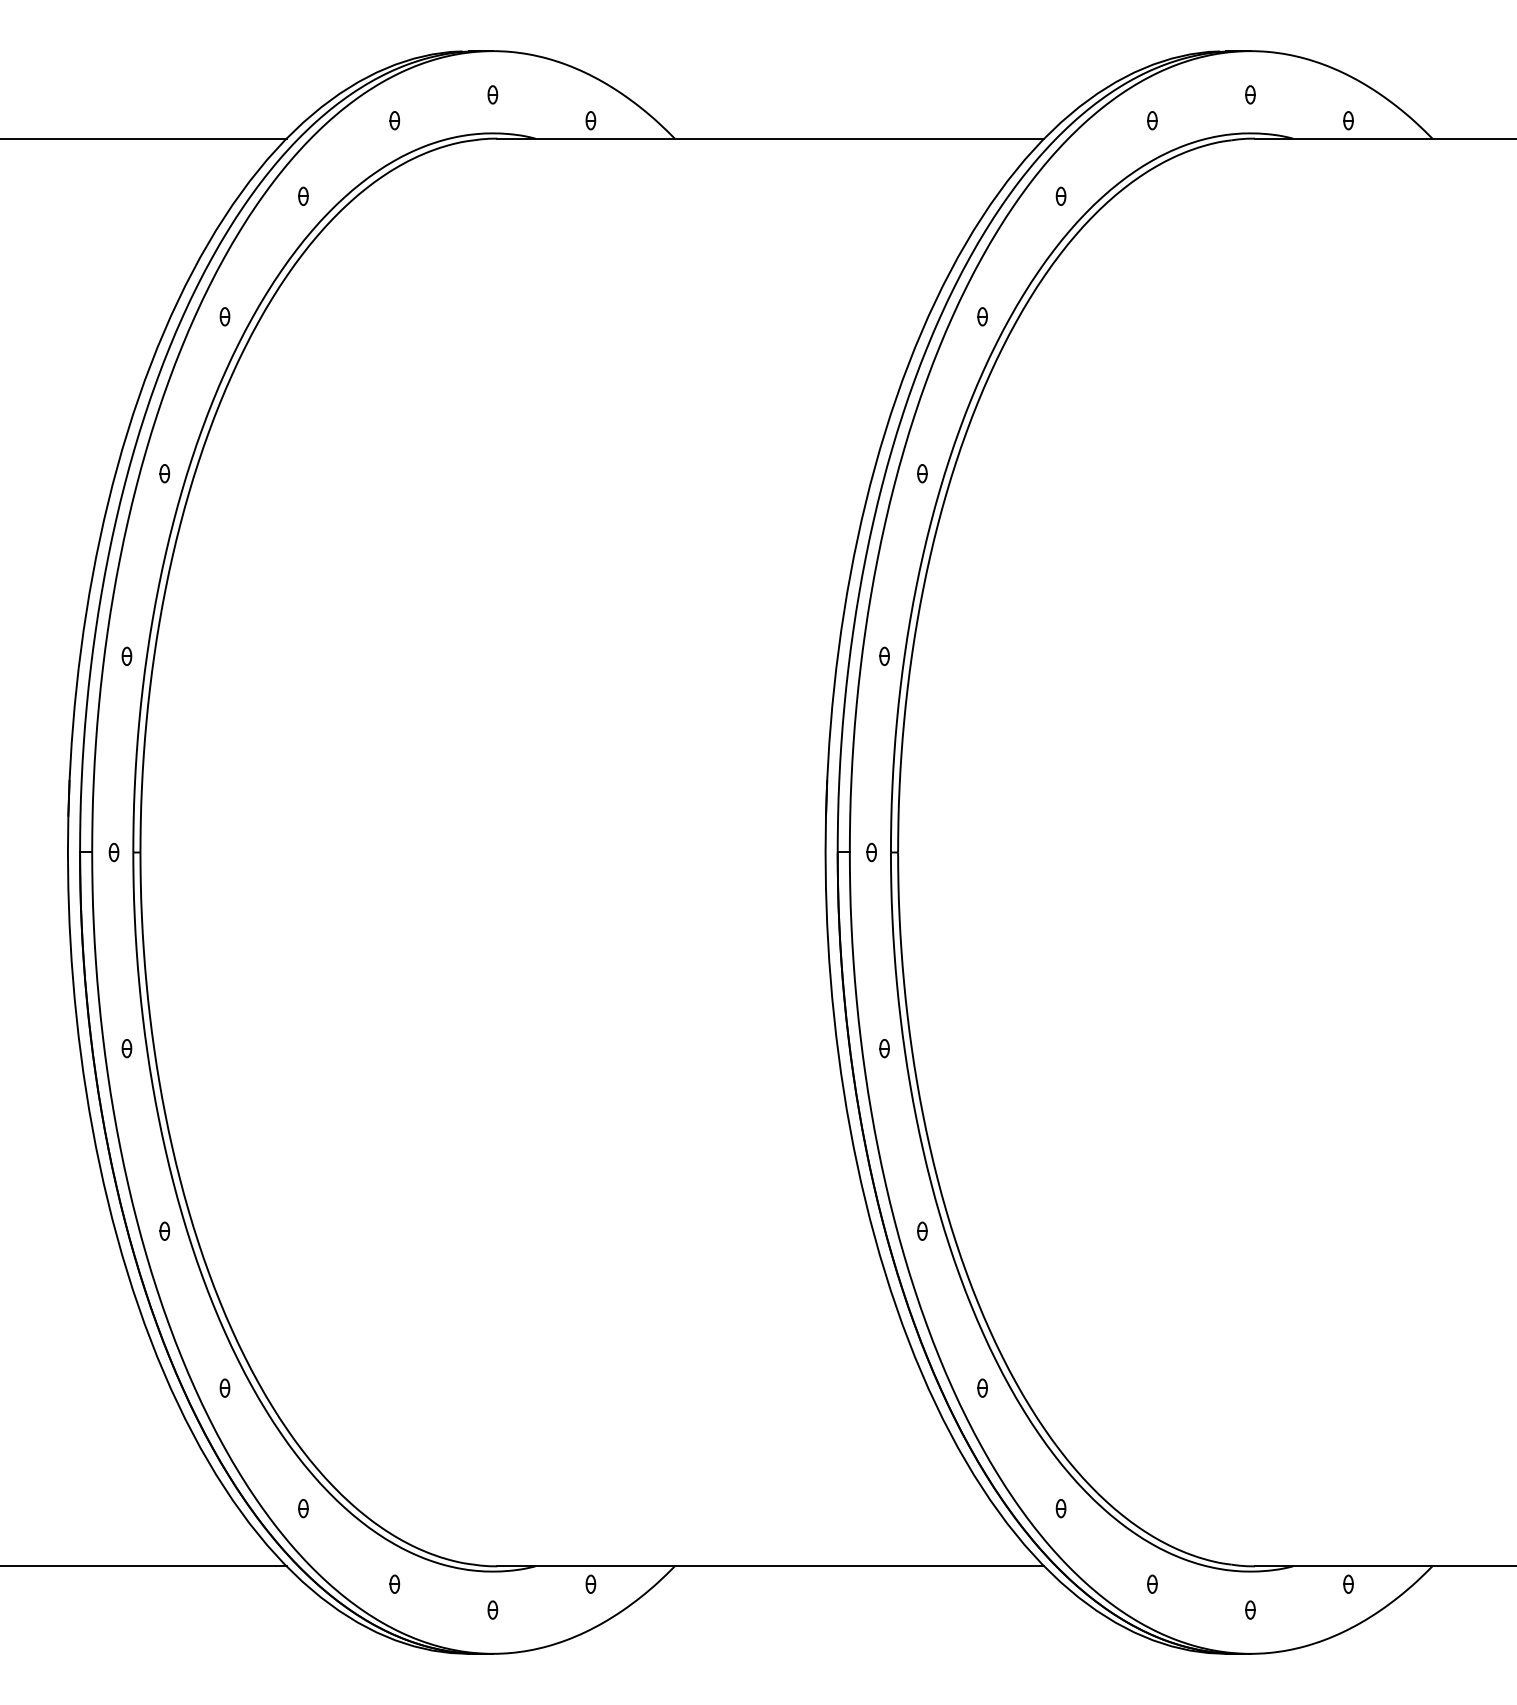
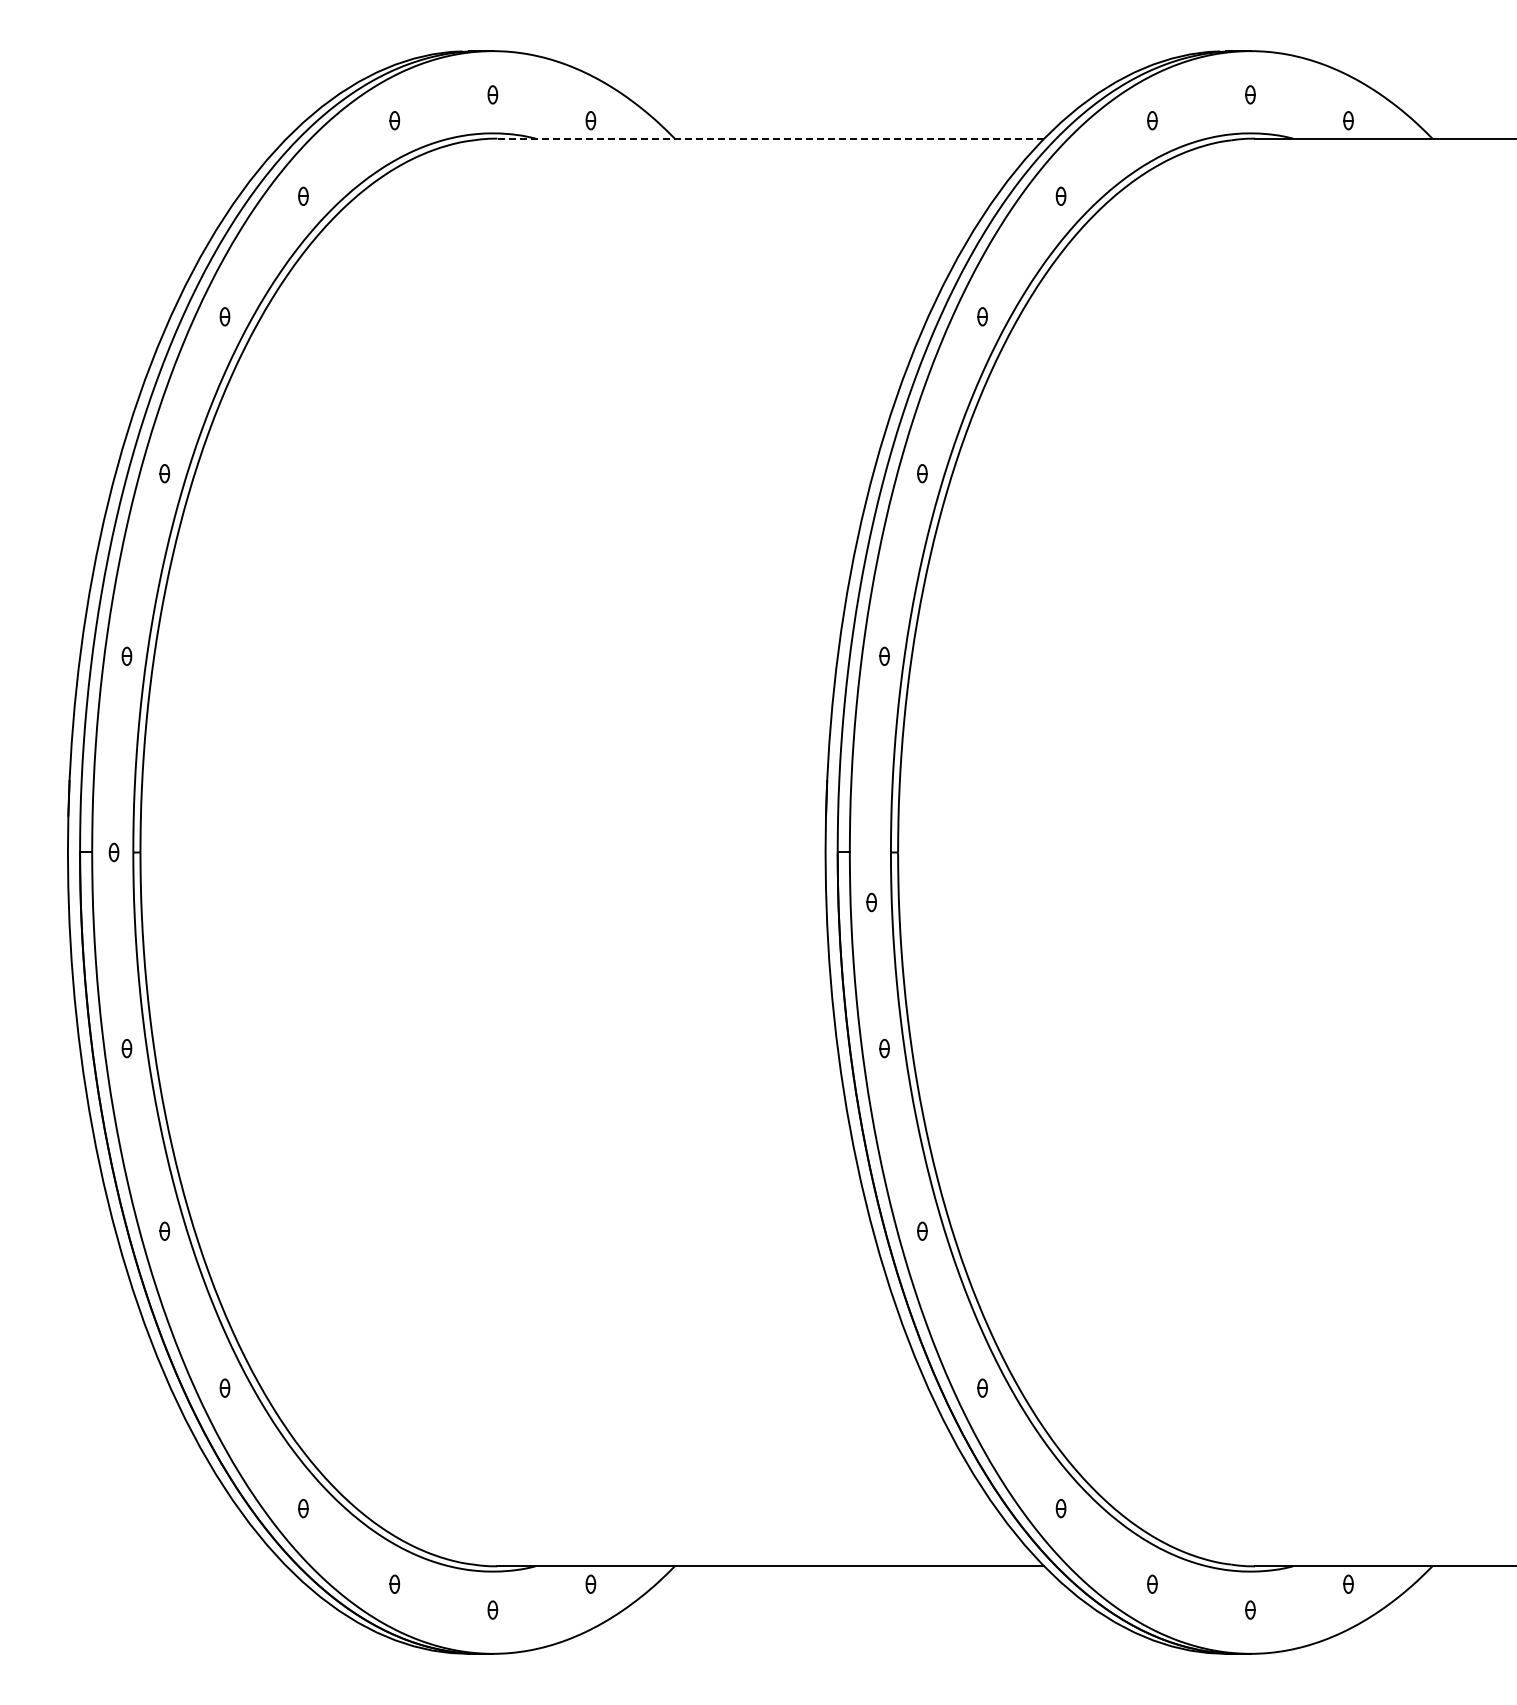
line at (144, 138): present -> none
line at (770, 138): solid -> dashed
part at (871, 852) position: (871, 852) -> (871, 902)
line at (144, 1566): present -> none
